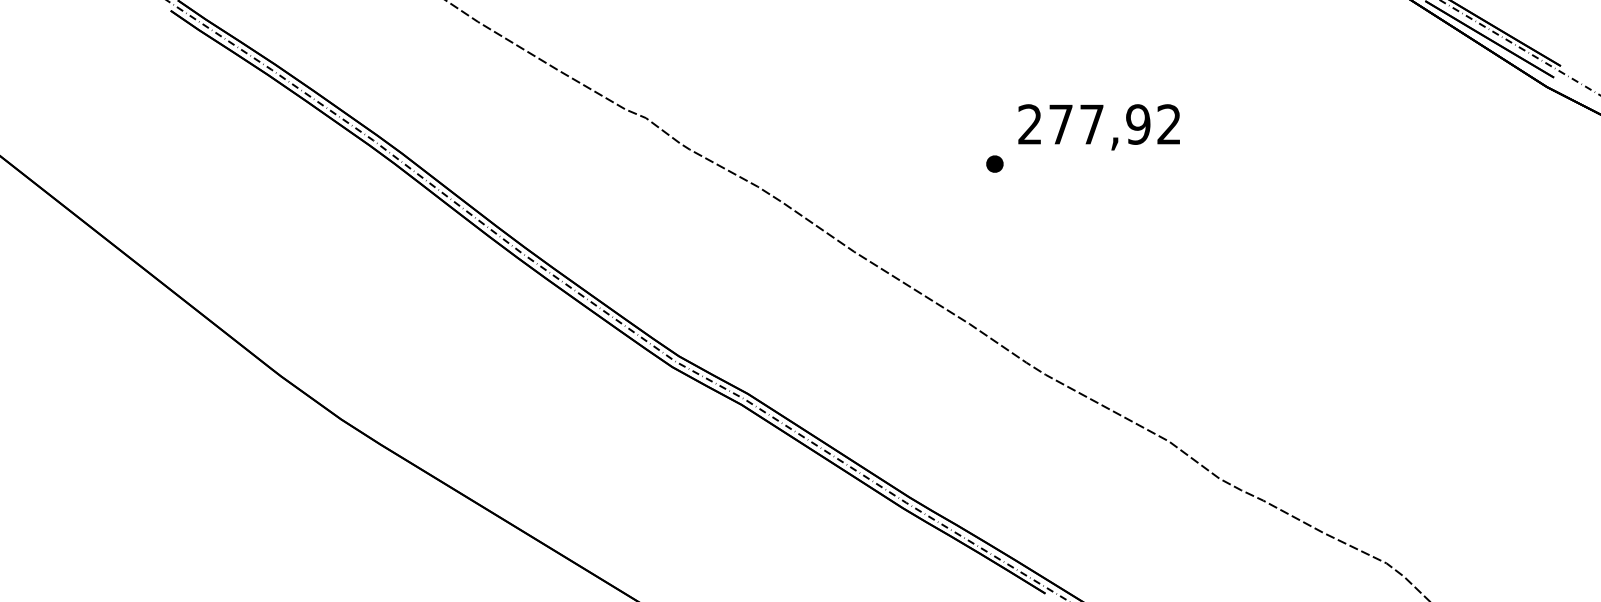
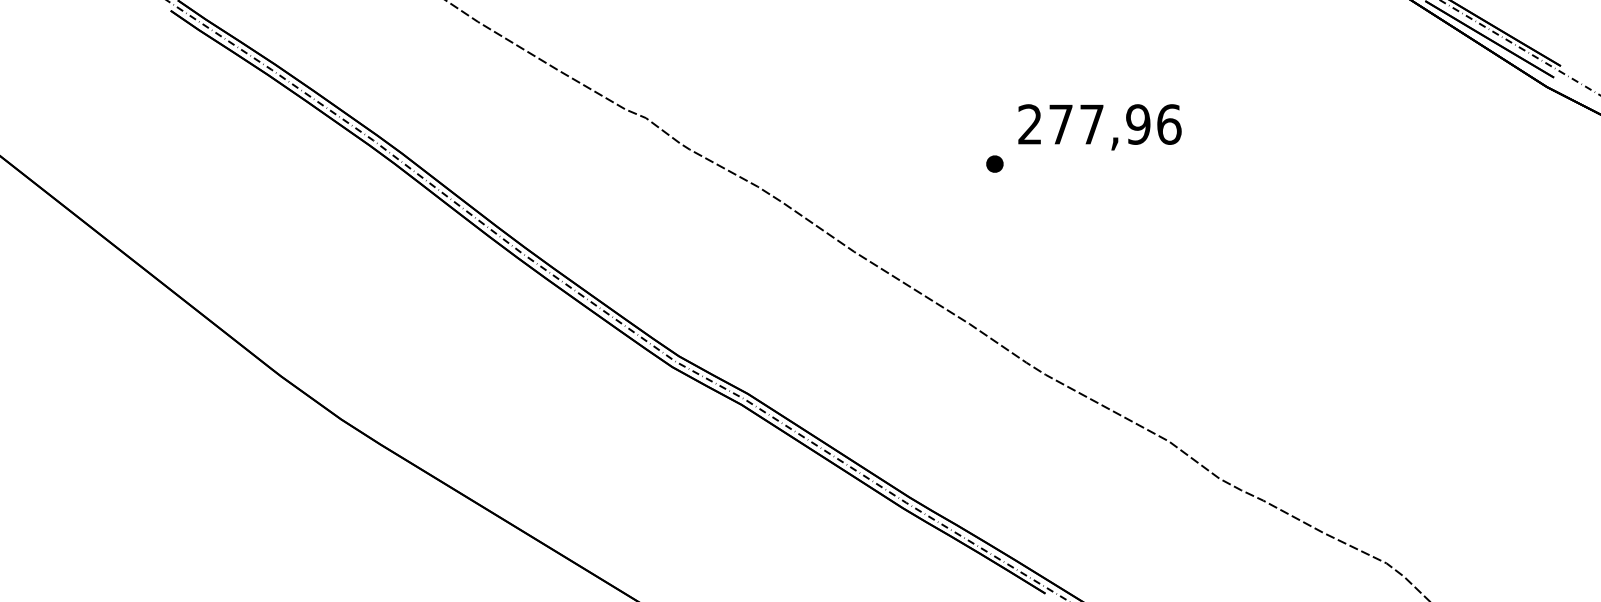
text at (1169, 124): 277,92 -> 277,96
